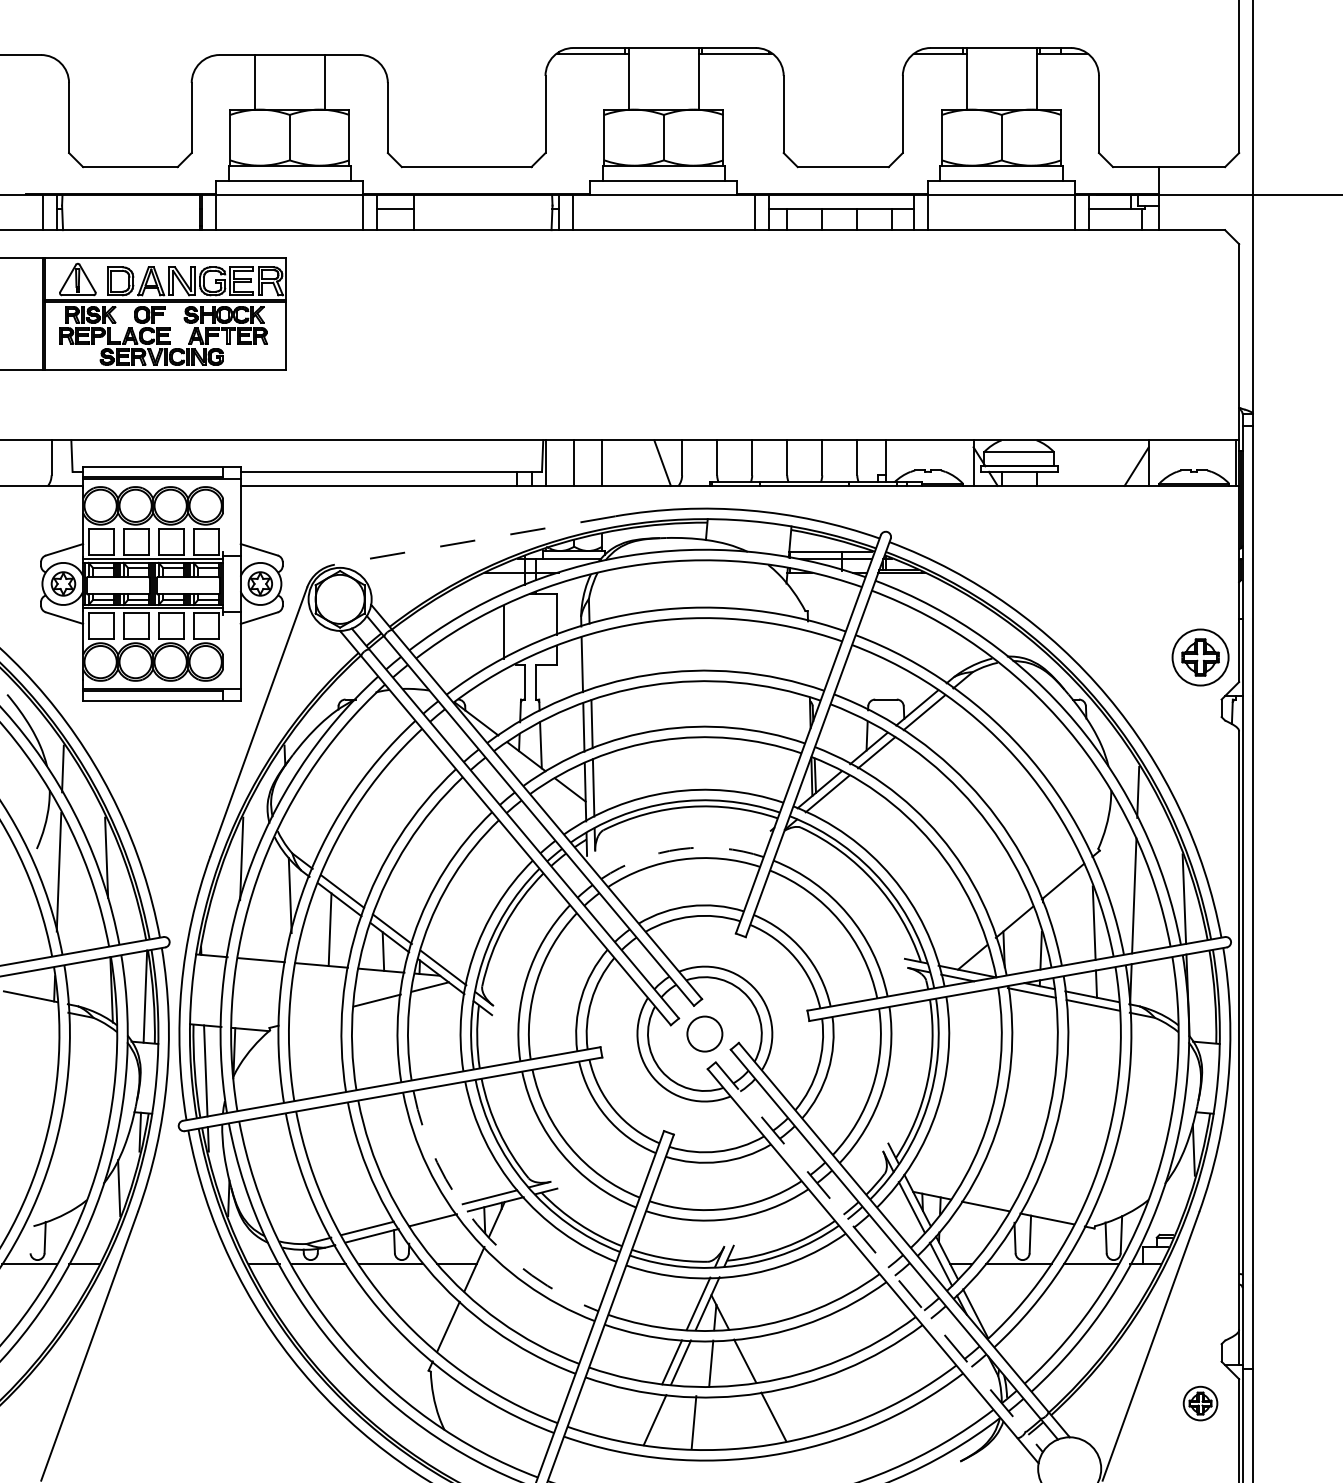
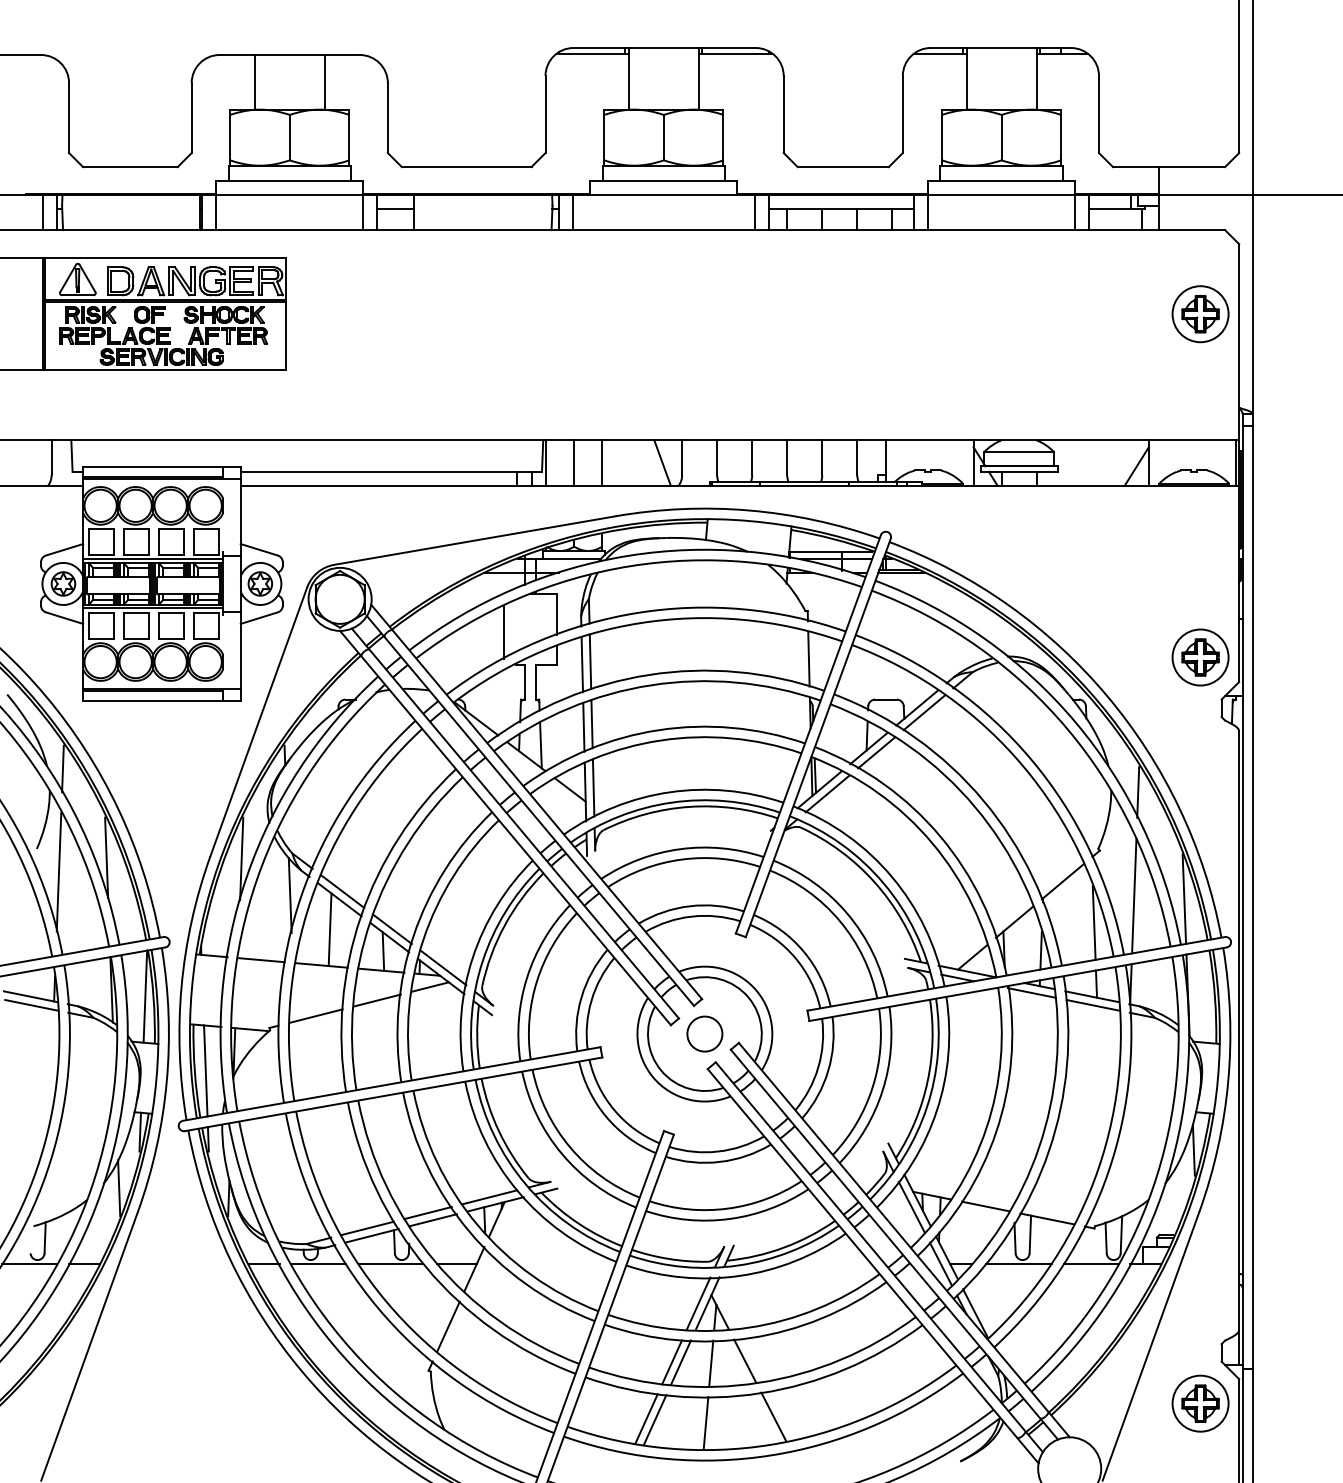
part at (1200, 314): none -> present
line at (474, 540): dashed -> solid
line at (808, 659): none -> present
line at (590, 661): none -> present
arc at (679, 849): dashed -> solid
line at (31, 1005): none -> present
line at (315, 1015): none -> present
line at (427, 1213): none -> present
arc at (477, 1224): dashed -> solid
line at (879, 1257): dashed -> solid
part at (1200, 1403) size: 37x37 px -> 59x59 px
line at (646, 1418): none -> present
line at (693, 1422) position: (693, 1422) -> (705, 1423)
